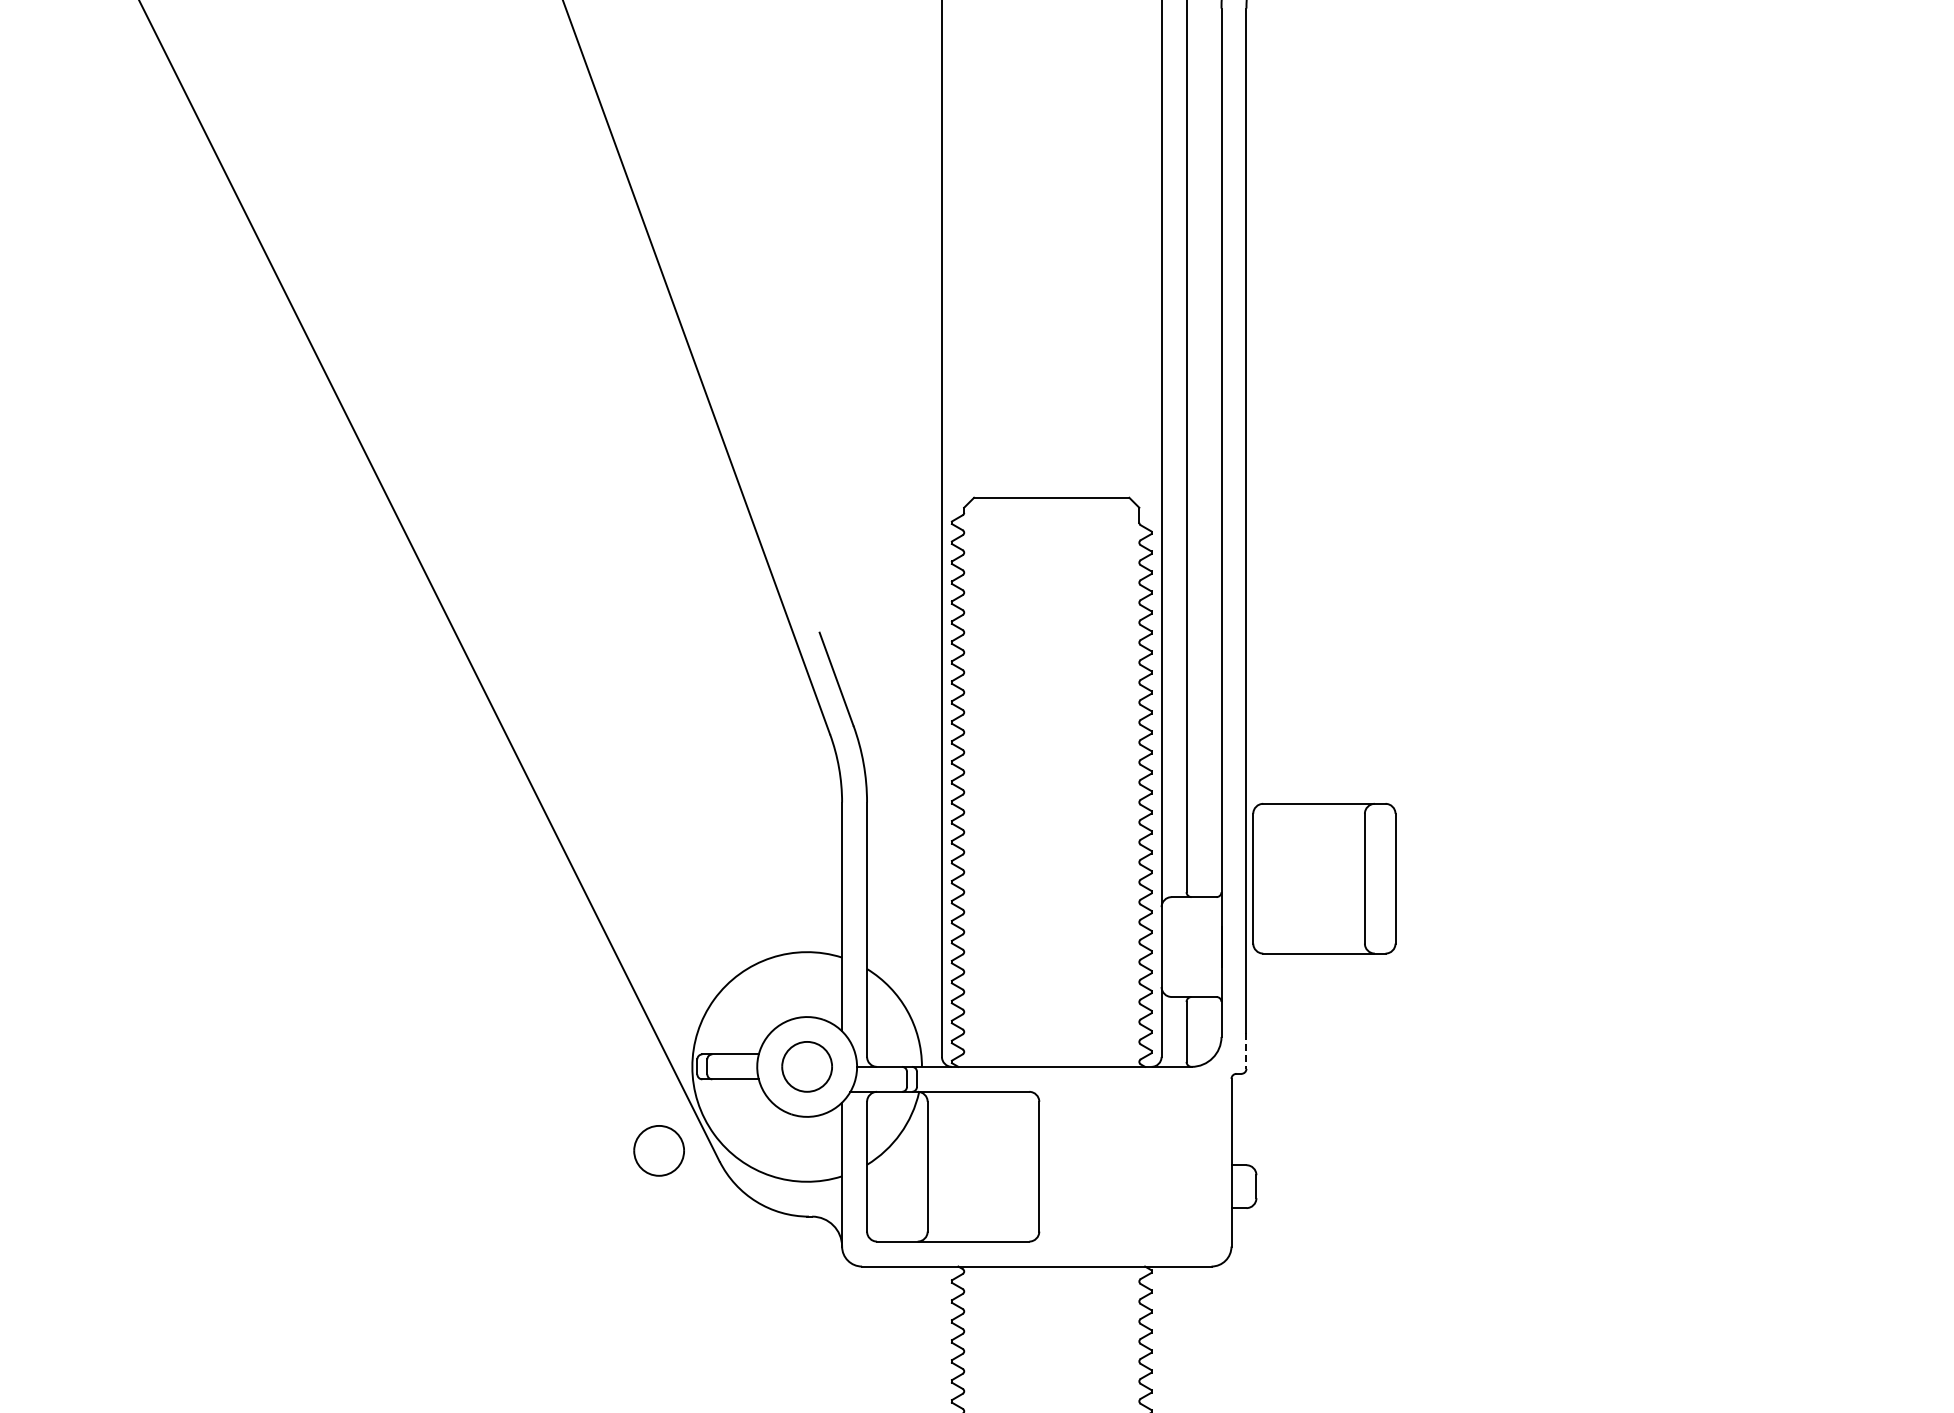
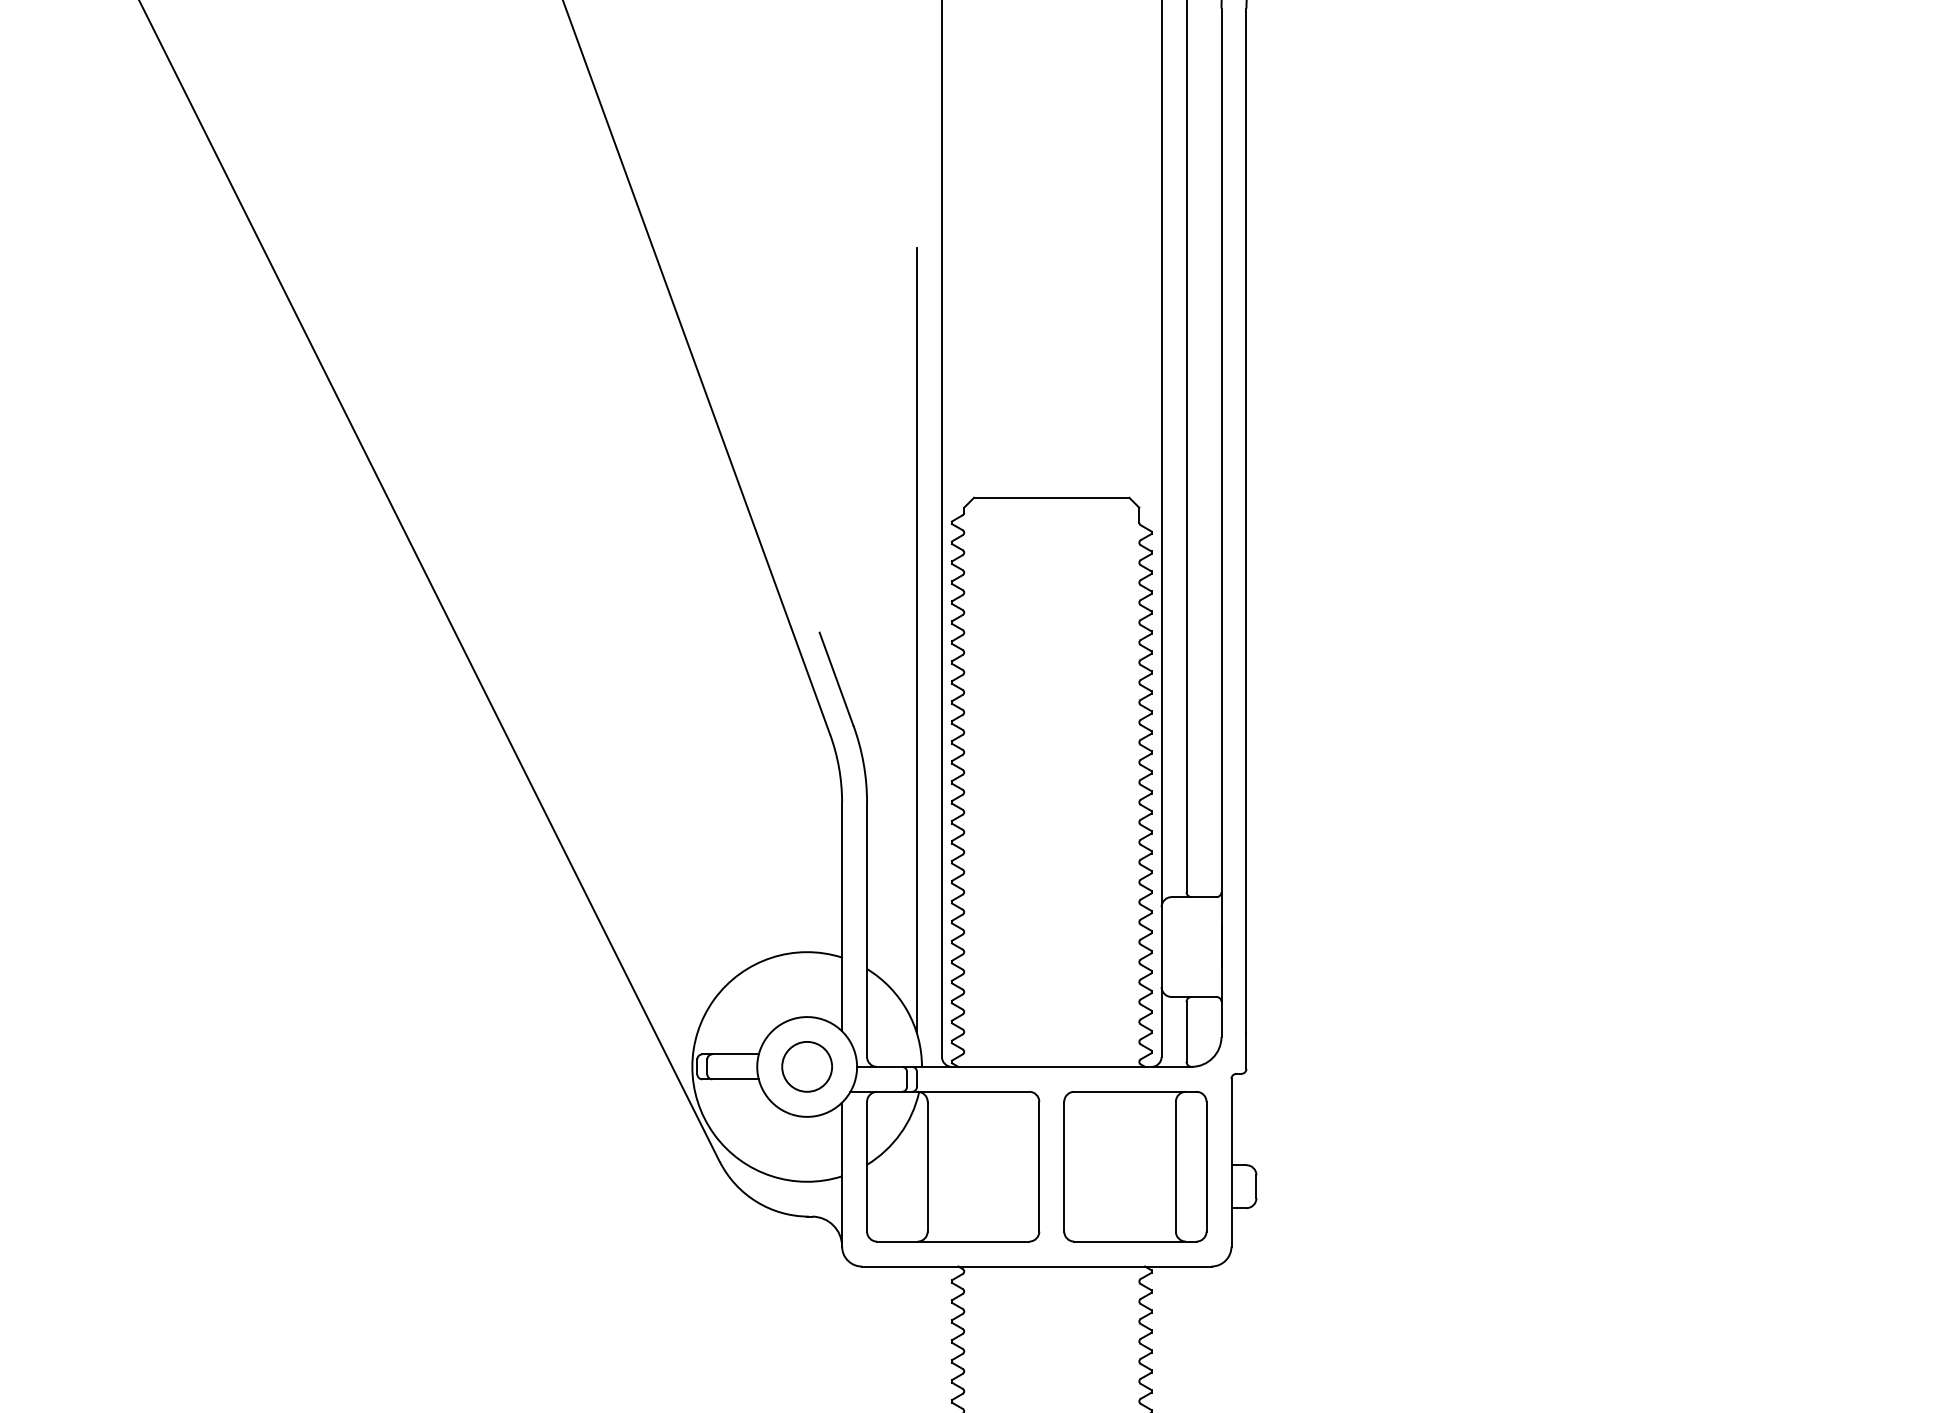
line at (916, 640): none -> present
part at (1324, 878) position: (1324, 878) -> (1135, 1166)
line at (1246, 1051): dashed -> solid
part at (658, 1150): present -> none
